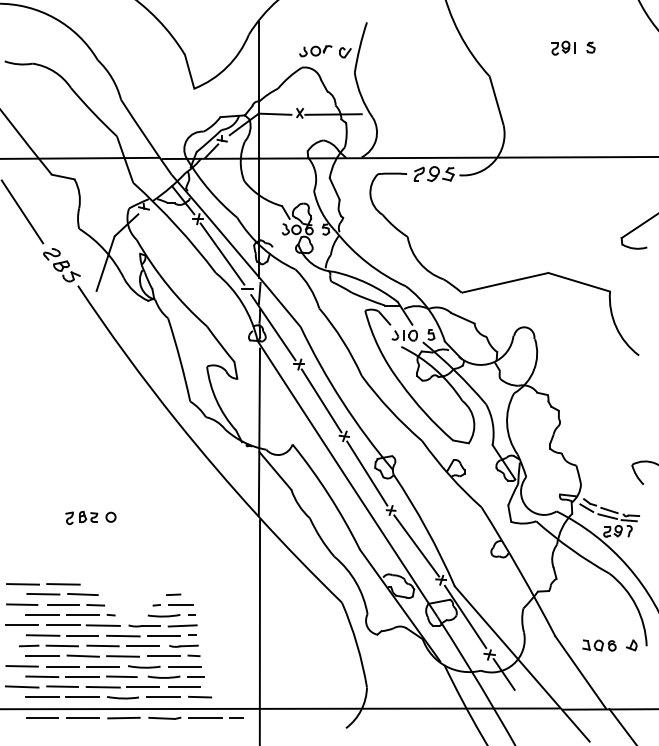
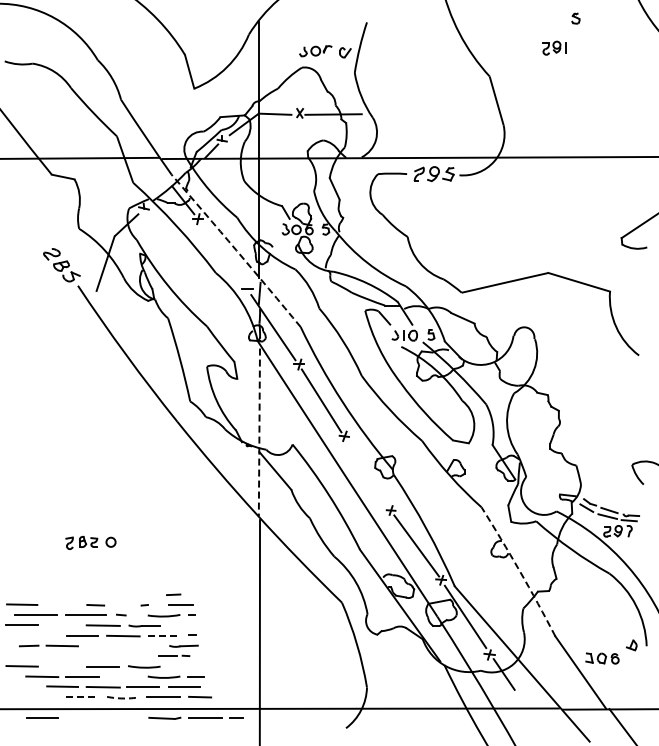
part at (563, 47) position: (563, 47) -> (554, 47)
part at (590, 47) position: (590, 47) -> (575, 18)
line at (22, 212): present -> none
arc at (236, 250): solid -> dashed
line at (222, 253): present -> none
line at (259, 432): solid -> dashed
line at (367, 473): present -> none
part at (90, 517) position: (90, 517) -> (90, 542)
arc at (519, 571): solid -> dashed
line at (23, 584): present -> none
line at (63, 584): present -> none
line at (43, 593): present -> none
line at (82, 594): present -> none
line at (63, 605): present -> none
line at (156, 605) position: (156, 605) -> (144, 605)
part at (70, 615) size: 91x3 px -> 113x4 px
line at (63, 625): present -> none
line at (182, 625): present -> none
line at (42, 635): present -> none
line at (164, 635): solid -> dashed
line at (102, 645): present -> none
part at (599, 645) position: (599, 645) -> (602, 658)
line at (143, 646): present -> none
line at (82, 655): present -> none
part at (173, 655) size: 54x4 px -> 33x3 px
line at (42, 656): present -> none
line at (123, 656): present -> none
line at (62, 666): present -> none
line at (185, 666): present -> none
line at (121, 676): present -> none
line at (21, 686): present -> none
line at (41, 697): present -> none
line at (83, 697): solid -> dashed
arc at (123, 698): solid -> dashed
line at (82, 717): present -> none
line at (123, 717): present -> none
